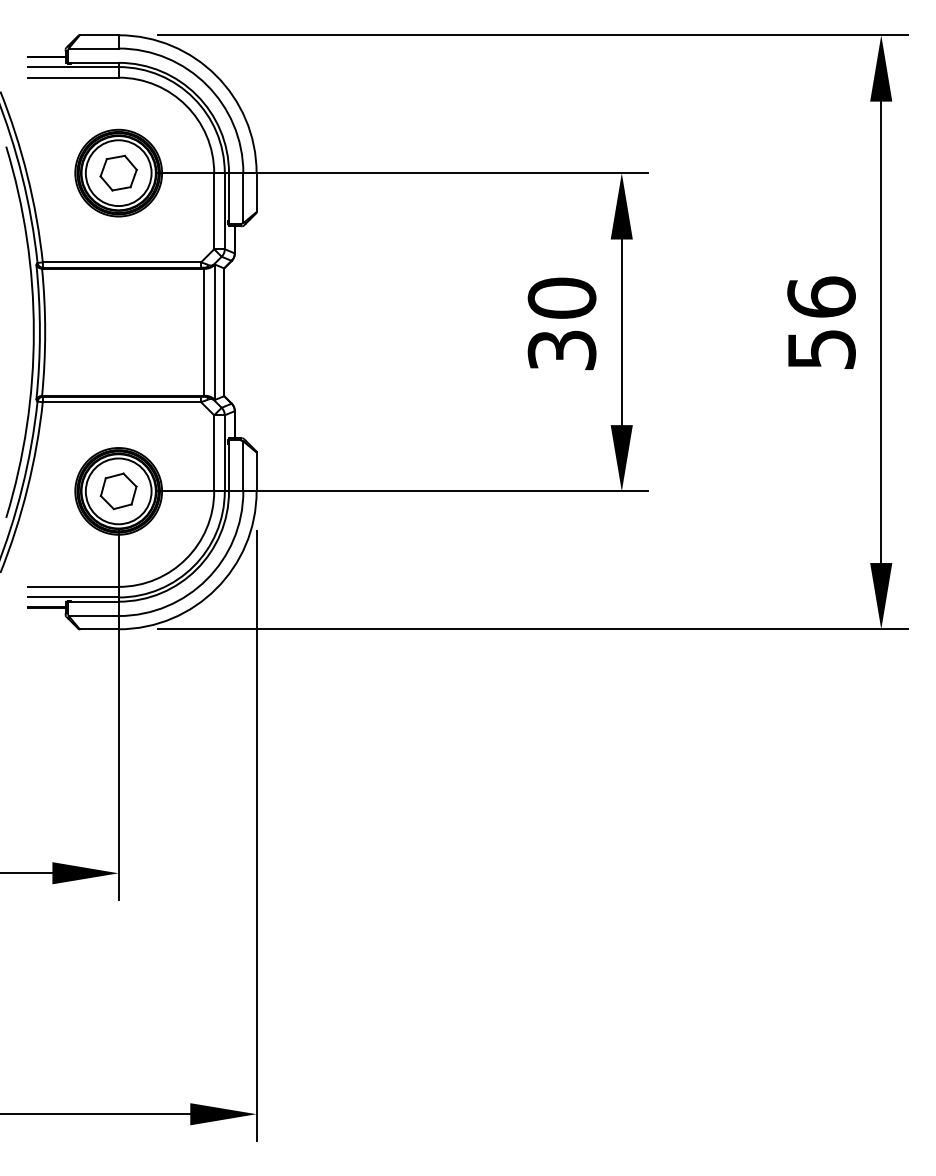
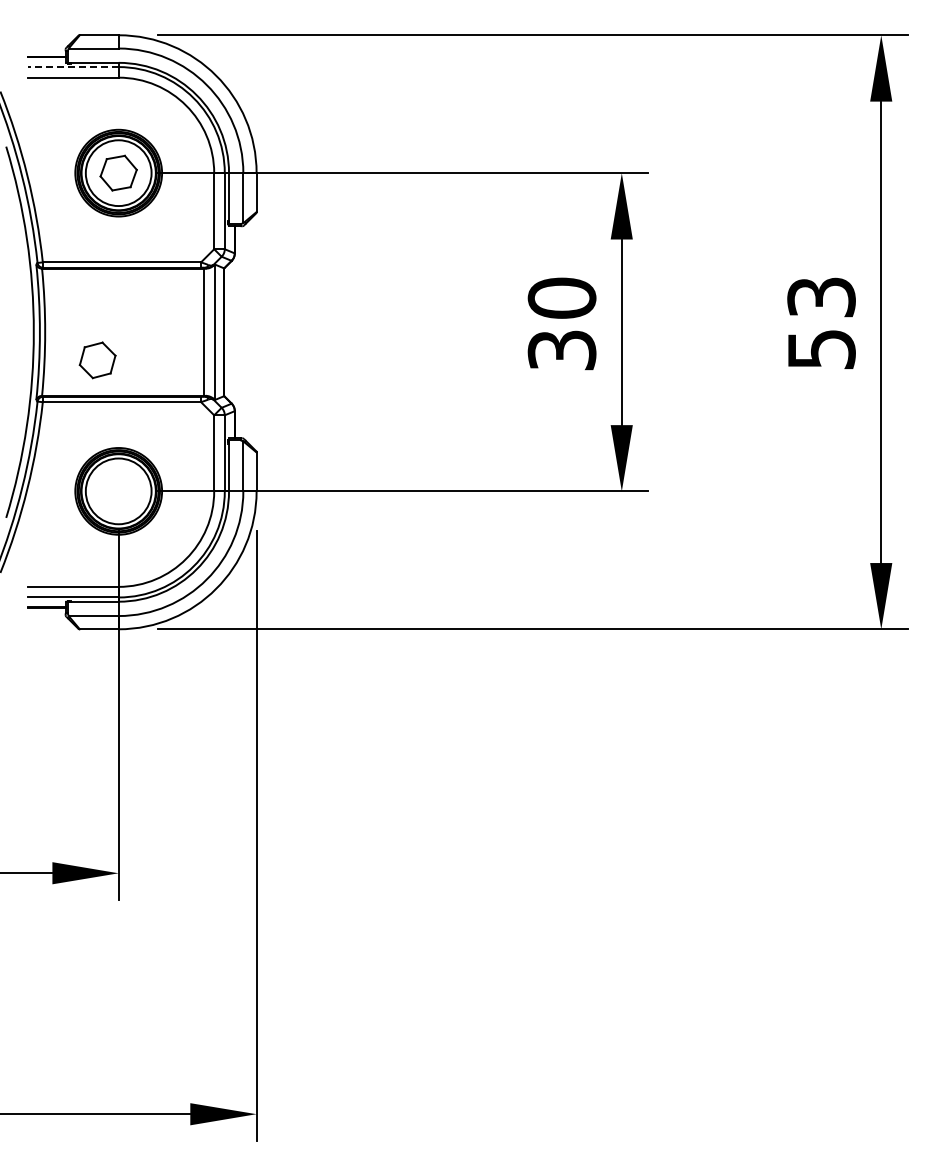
line at (72, 67): solid -> dashed
text at (821, 296): 56 -> 53
part at (118, 491) position: (118, 491) -> (97, 360)
